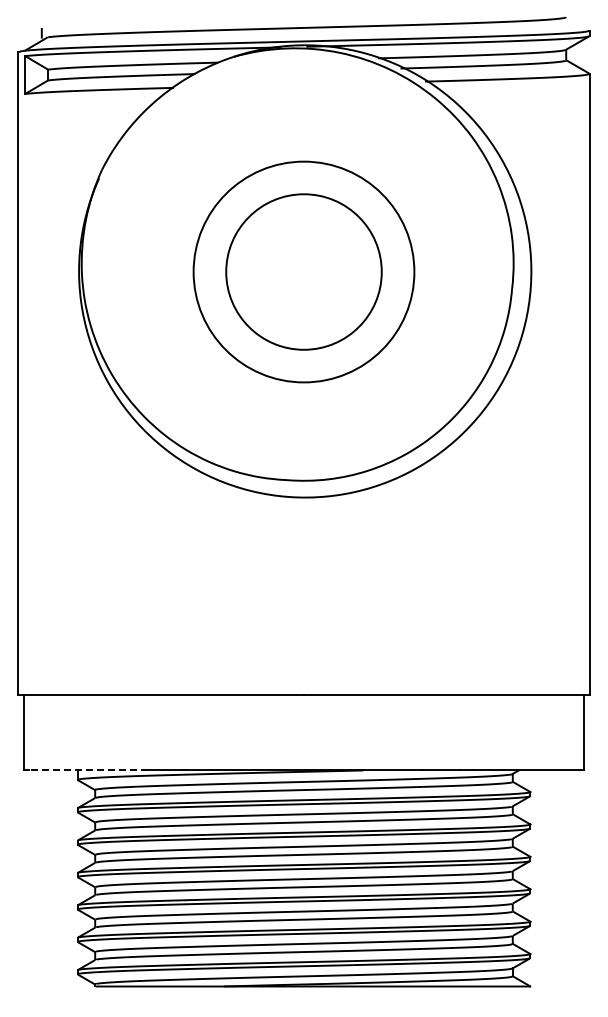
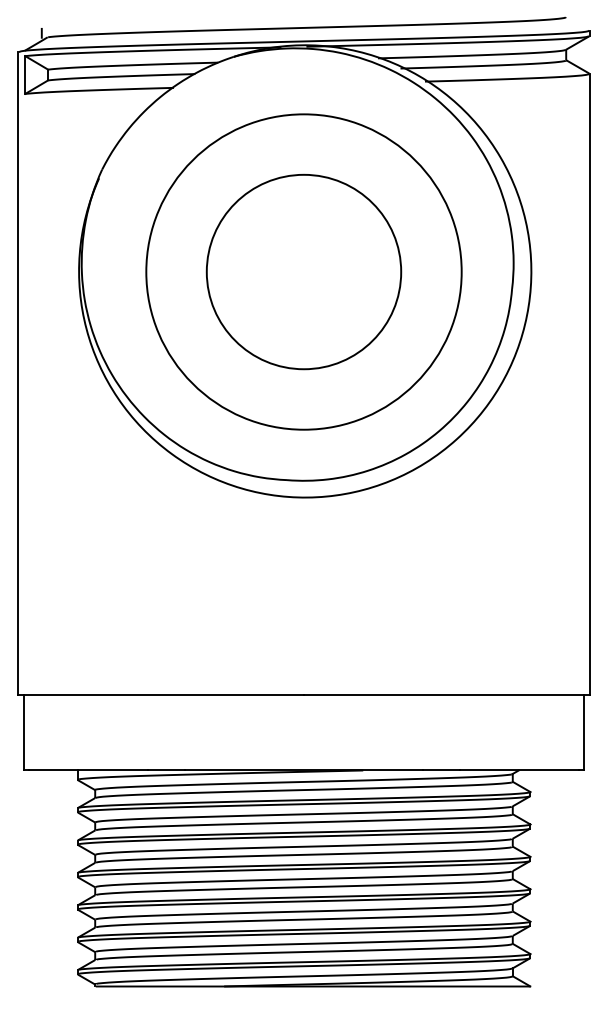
circle at (303, 271) diameter: 156 px -> 194 px
circle at (303, 271) diameter: 221 px -> 315 px
line at (88, 770): dashed -> solid
